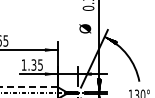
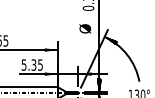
text at (23, 64): 1.35 -> 5.35
line at (29, 87): dashed -> solid
